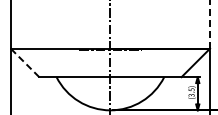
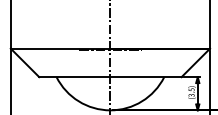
line at (210, 24): dashed -> solid
line at (24, 62): dashed -> solid
